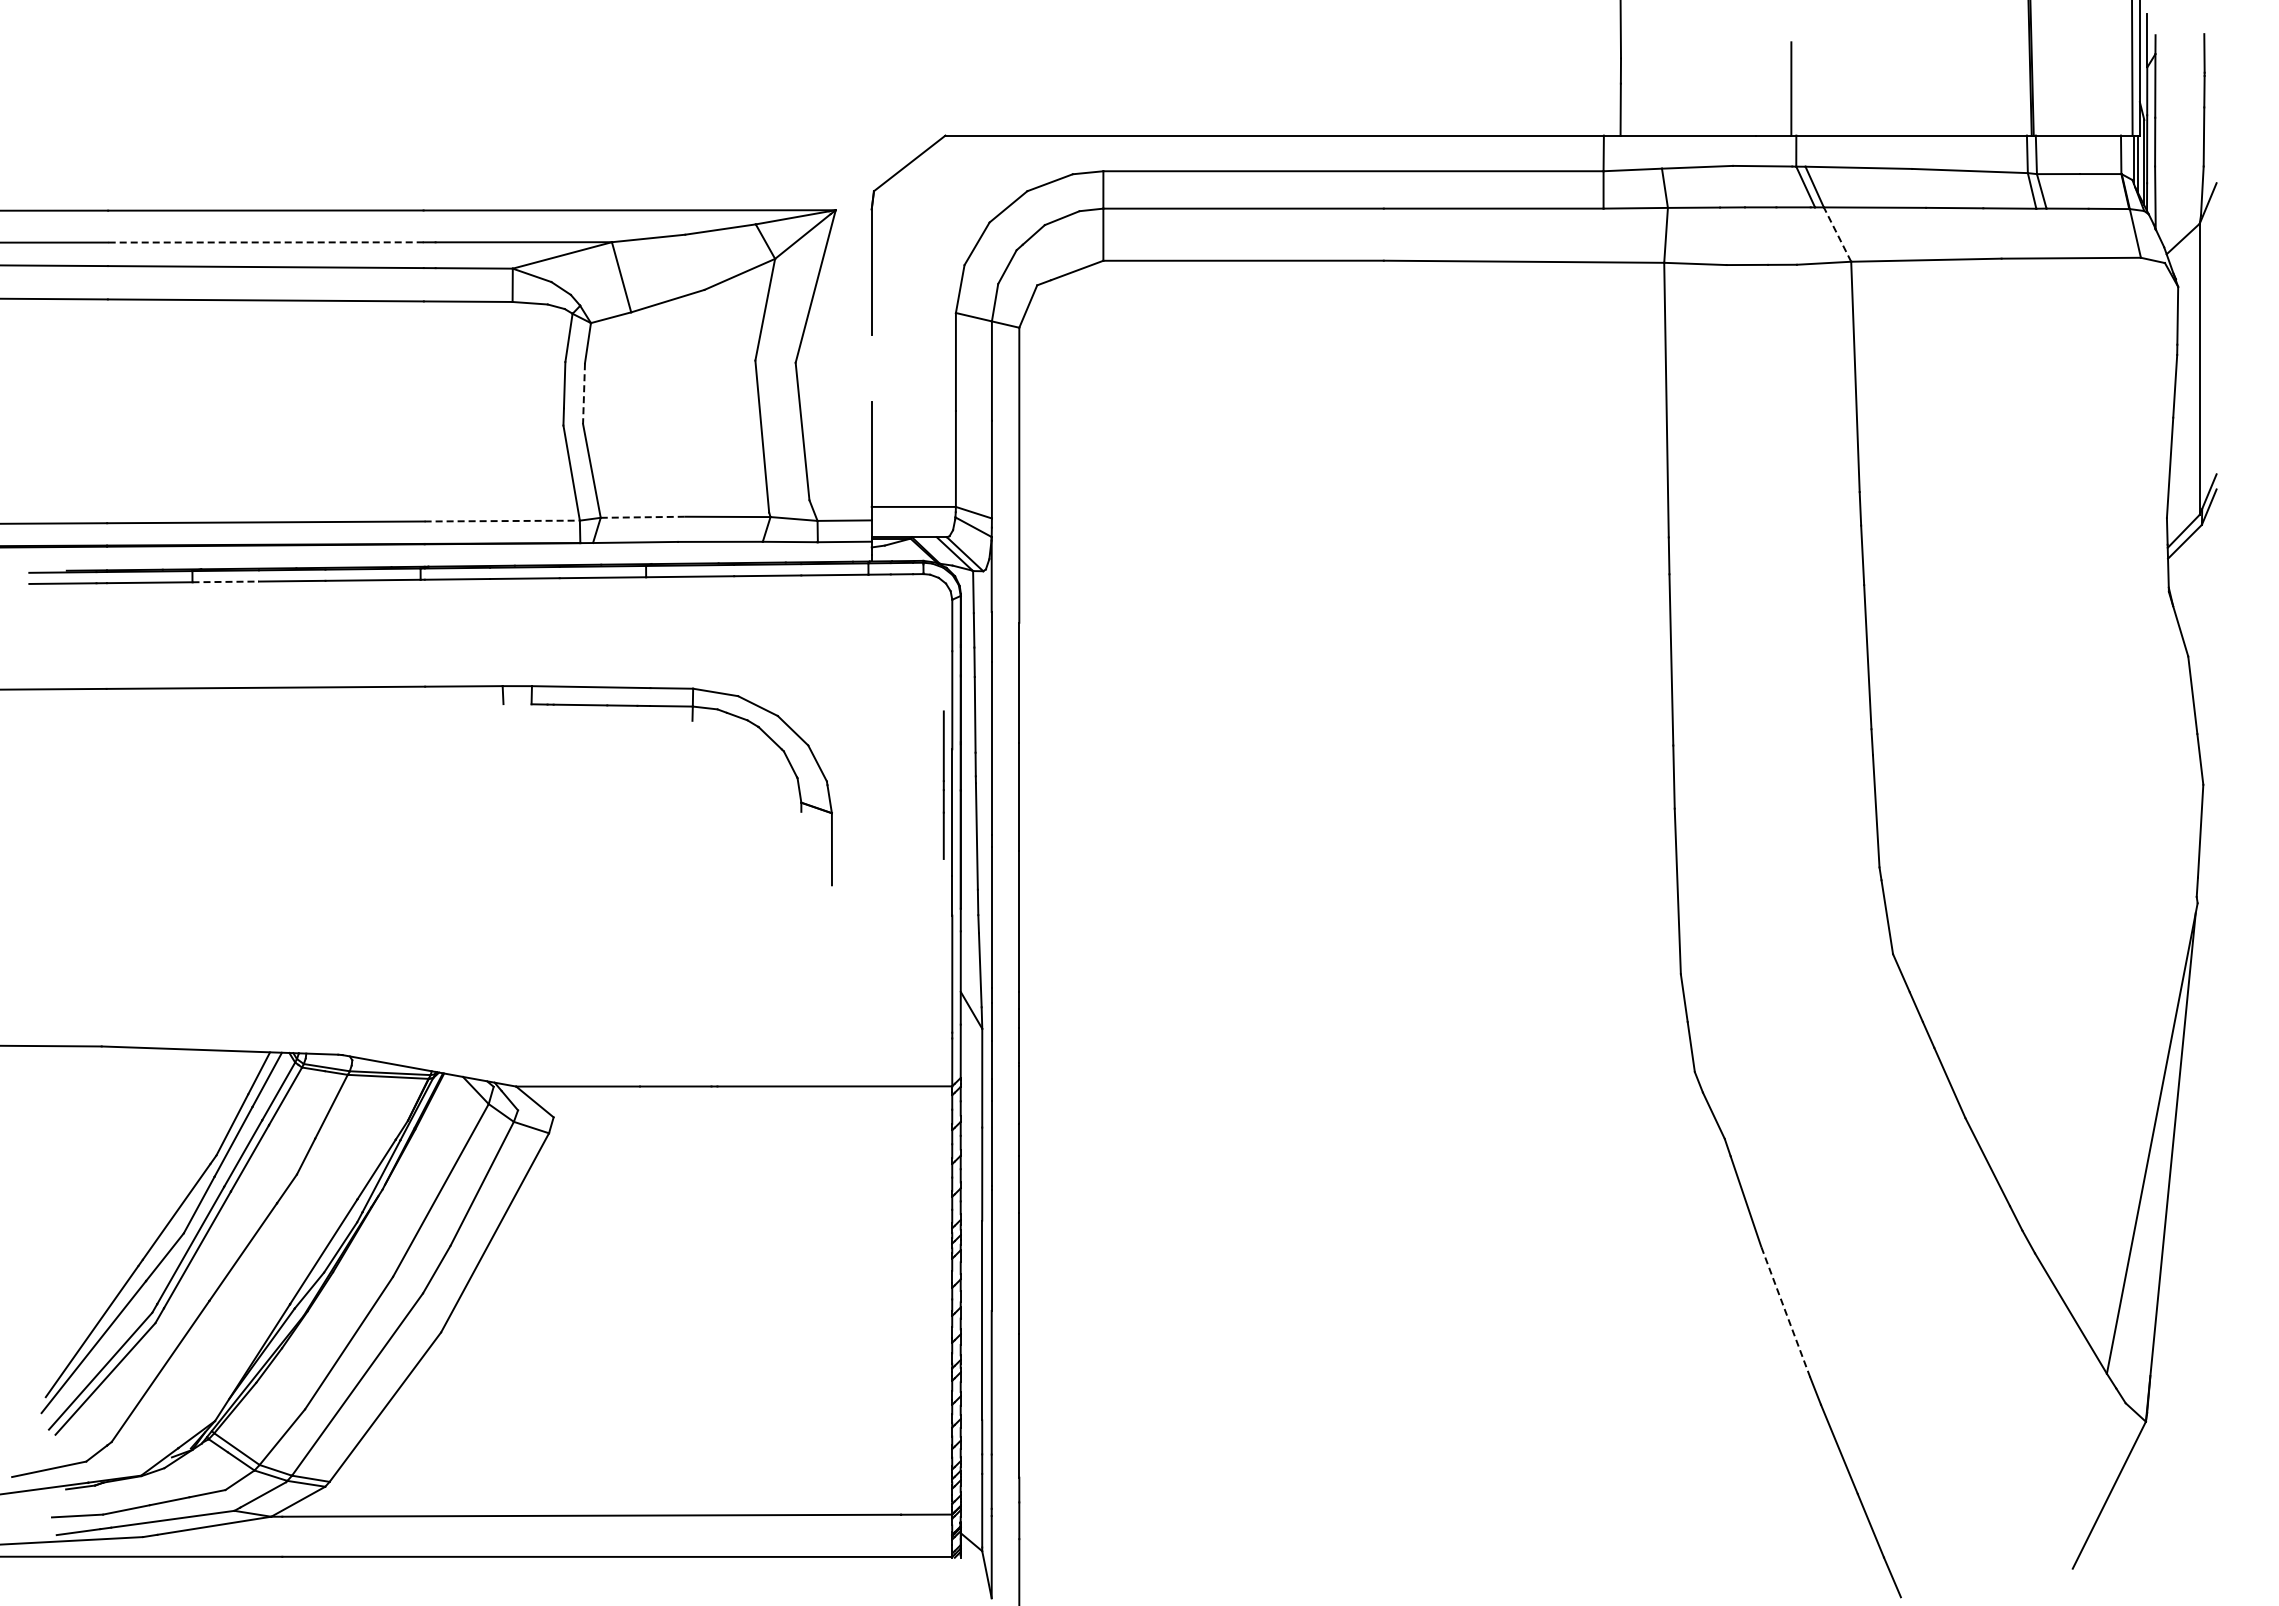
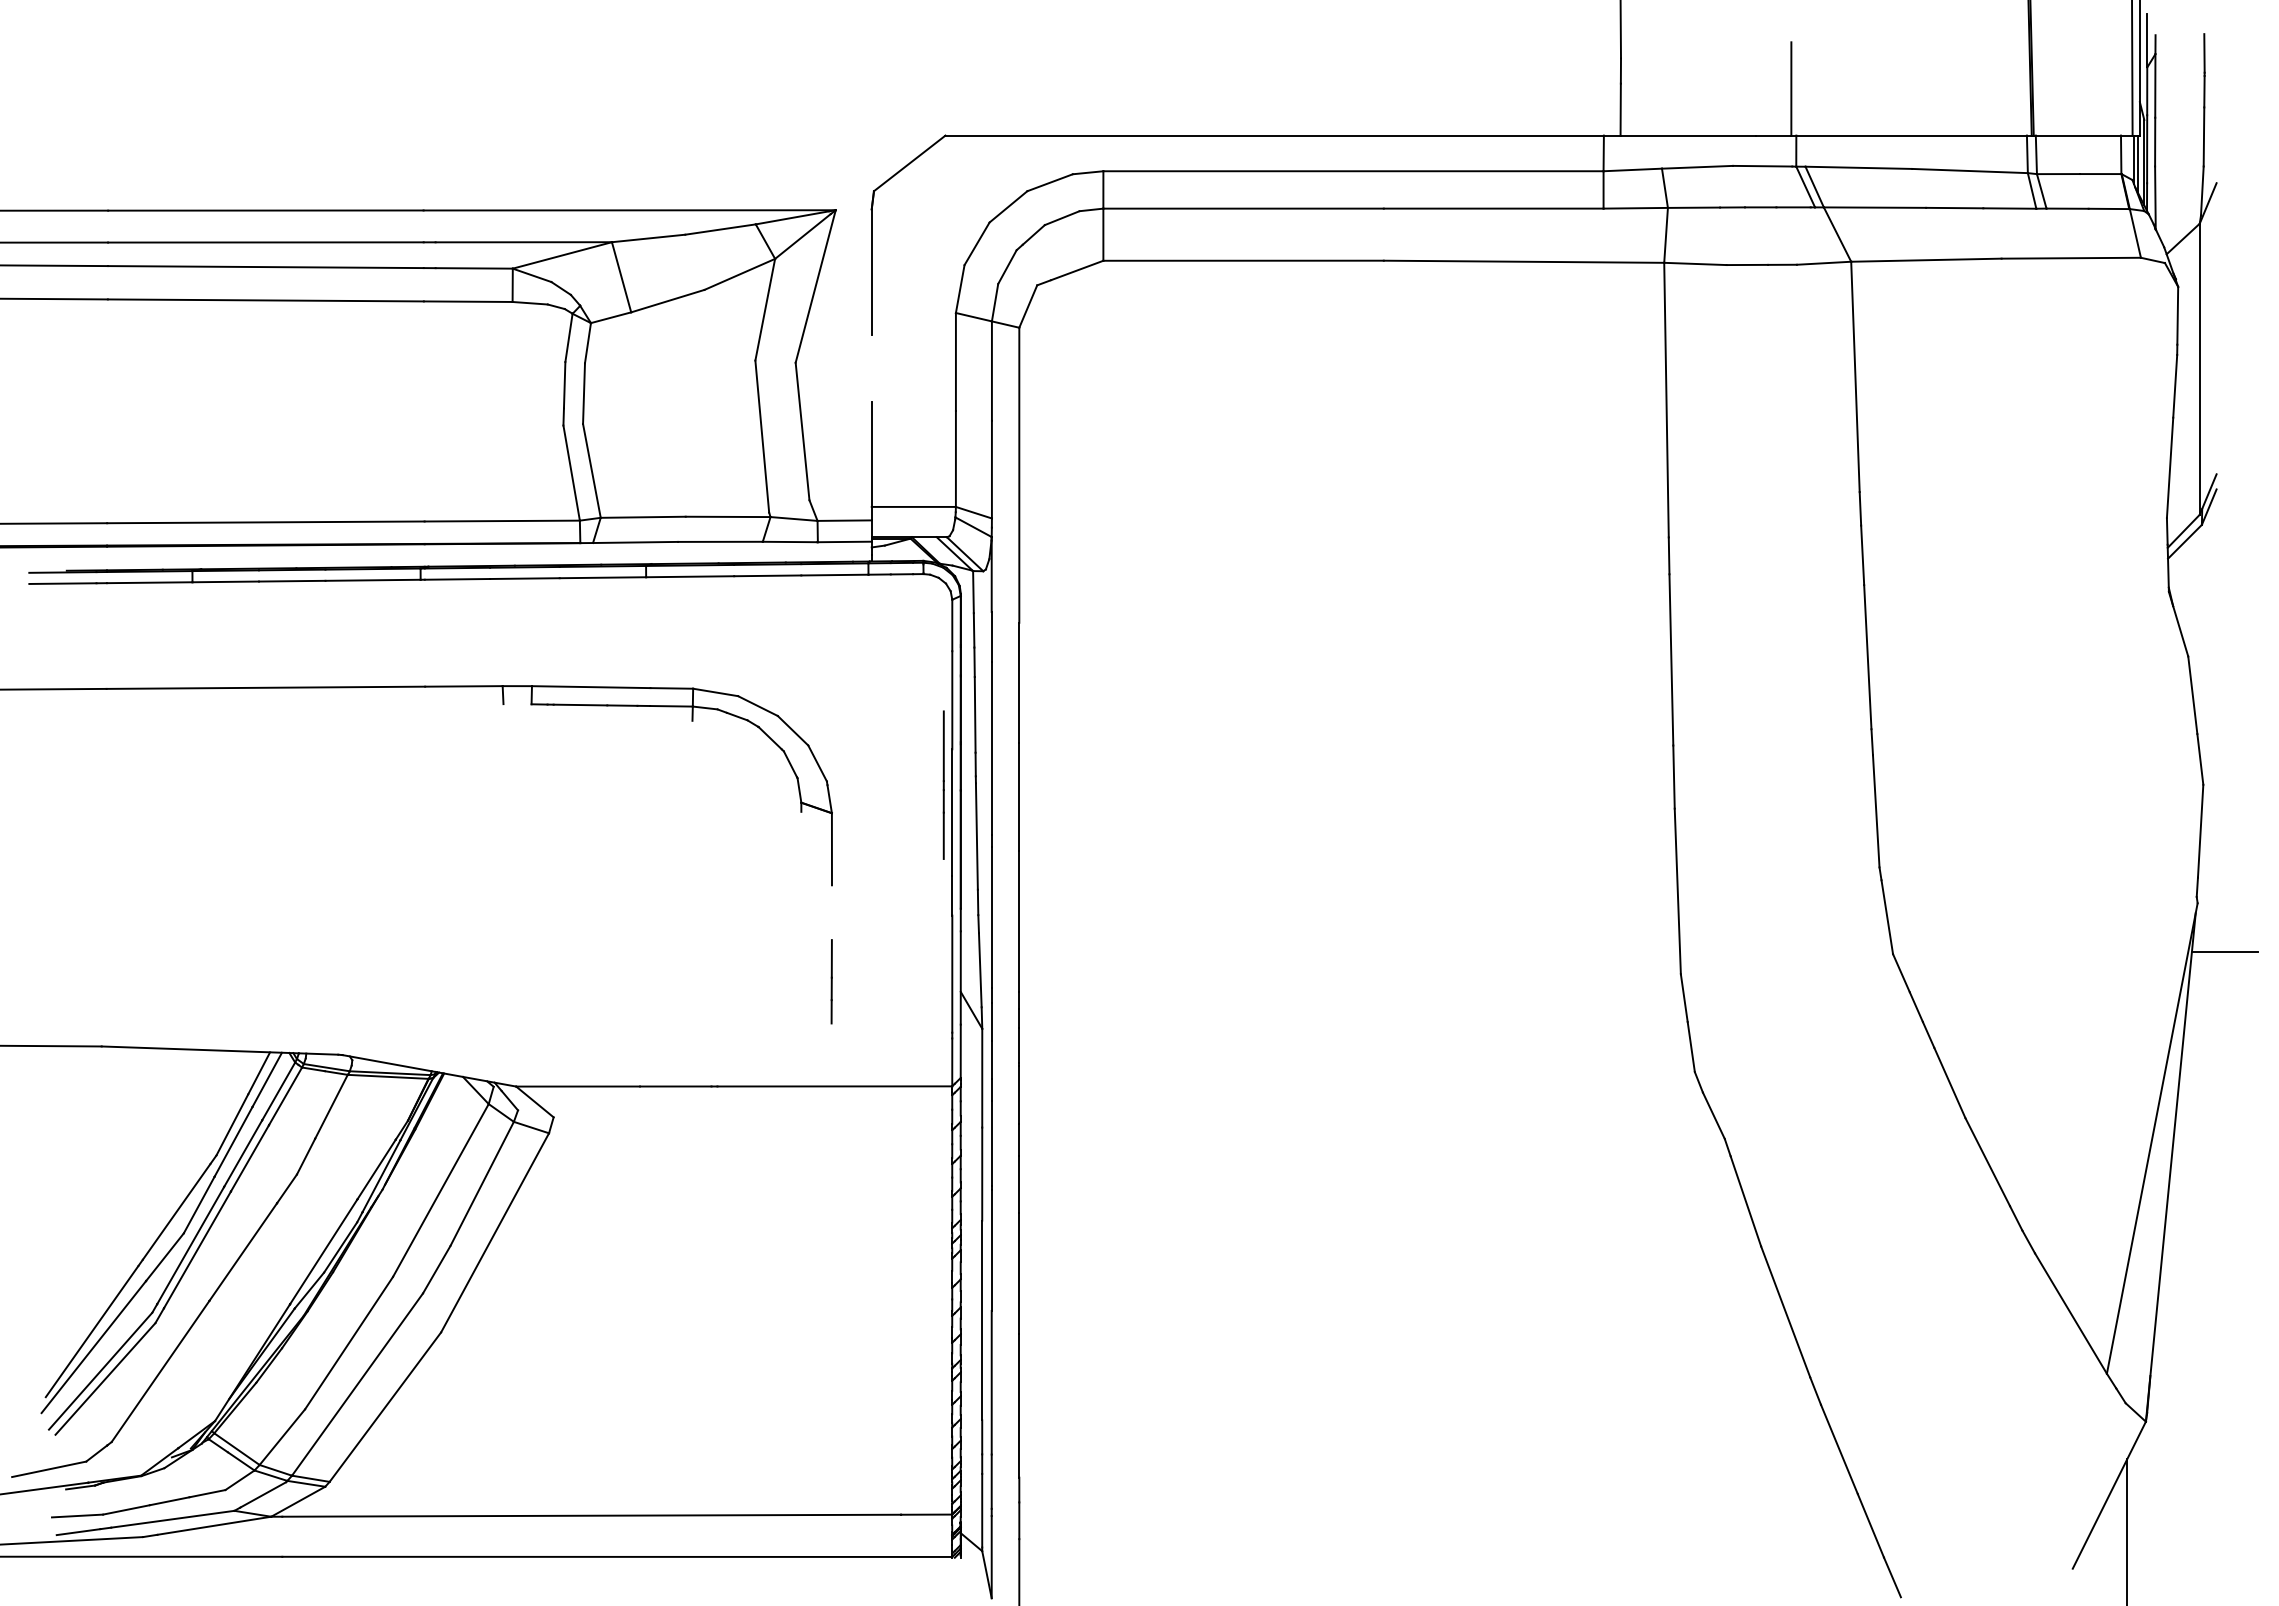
line at (1837, 234): dashed -> solid
line at (265, 242): dashed -> solid
line at (584, 394): dashed -> solid
line at (643, 517): dashed -> solid
line at (502, 521): dashed -> solid
line at (226, 581): dashed -> solid
line at (2224, 952): none -> present
line at (831, 981): none -> present
line at (1785, 1311): dashed -> solid
line at (2127, 1530): none -> present
